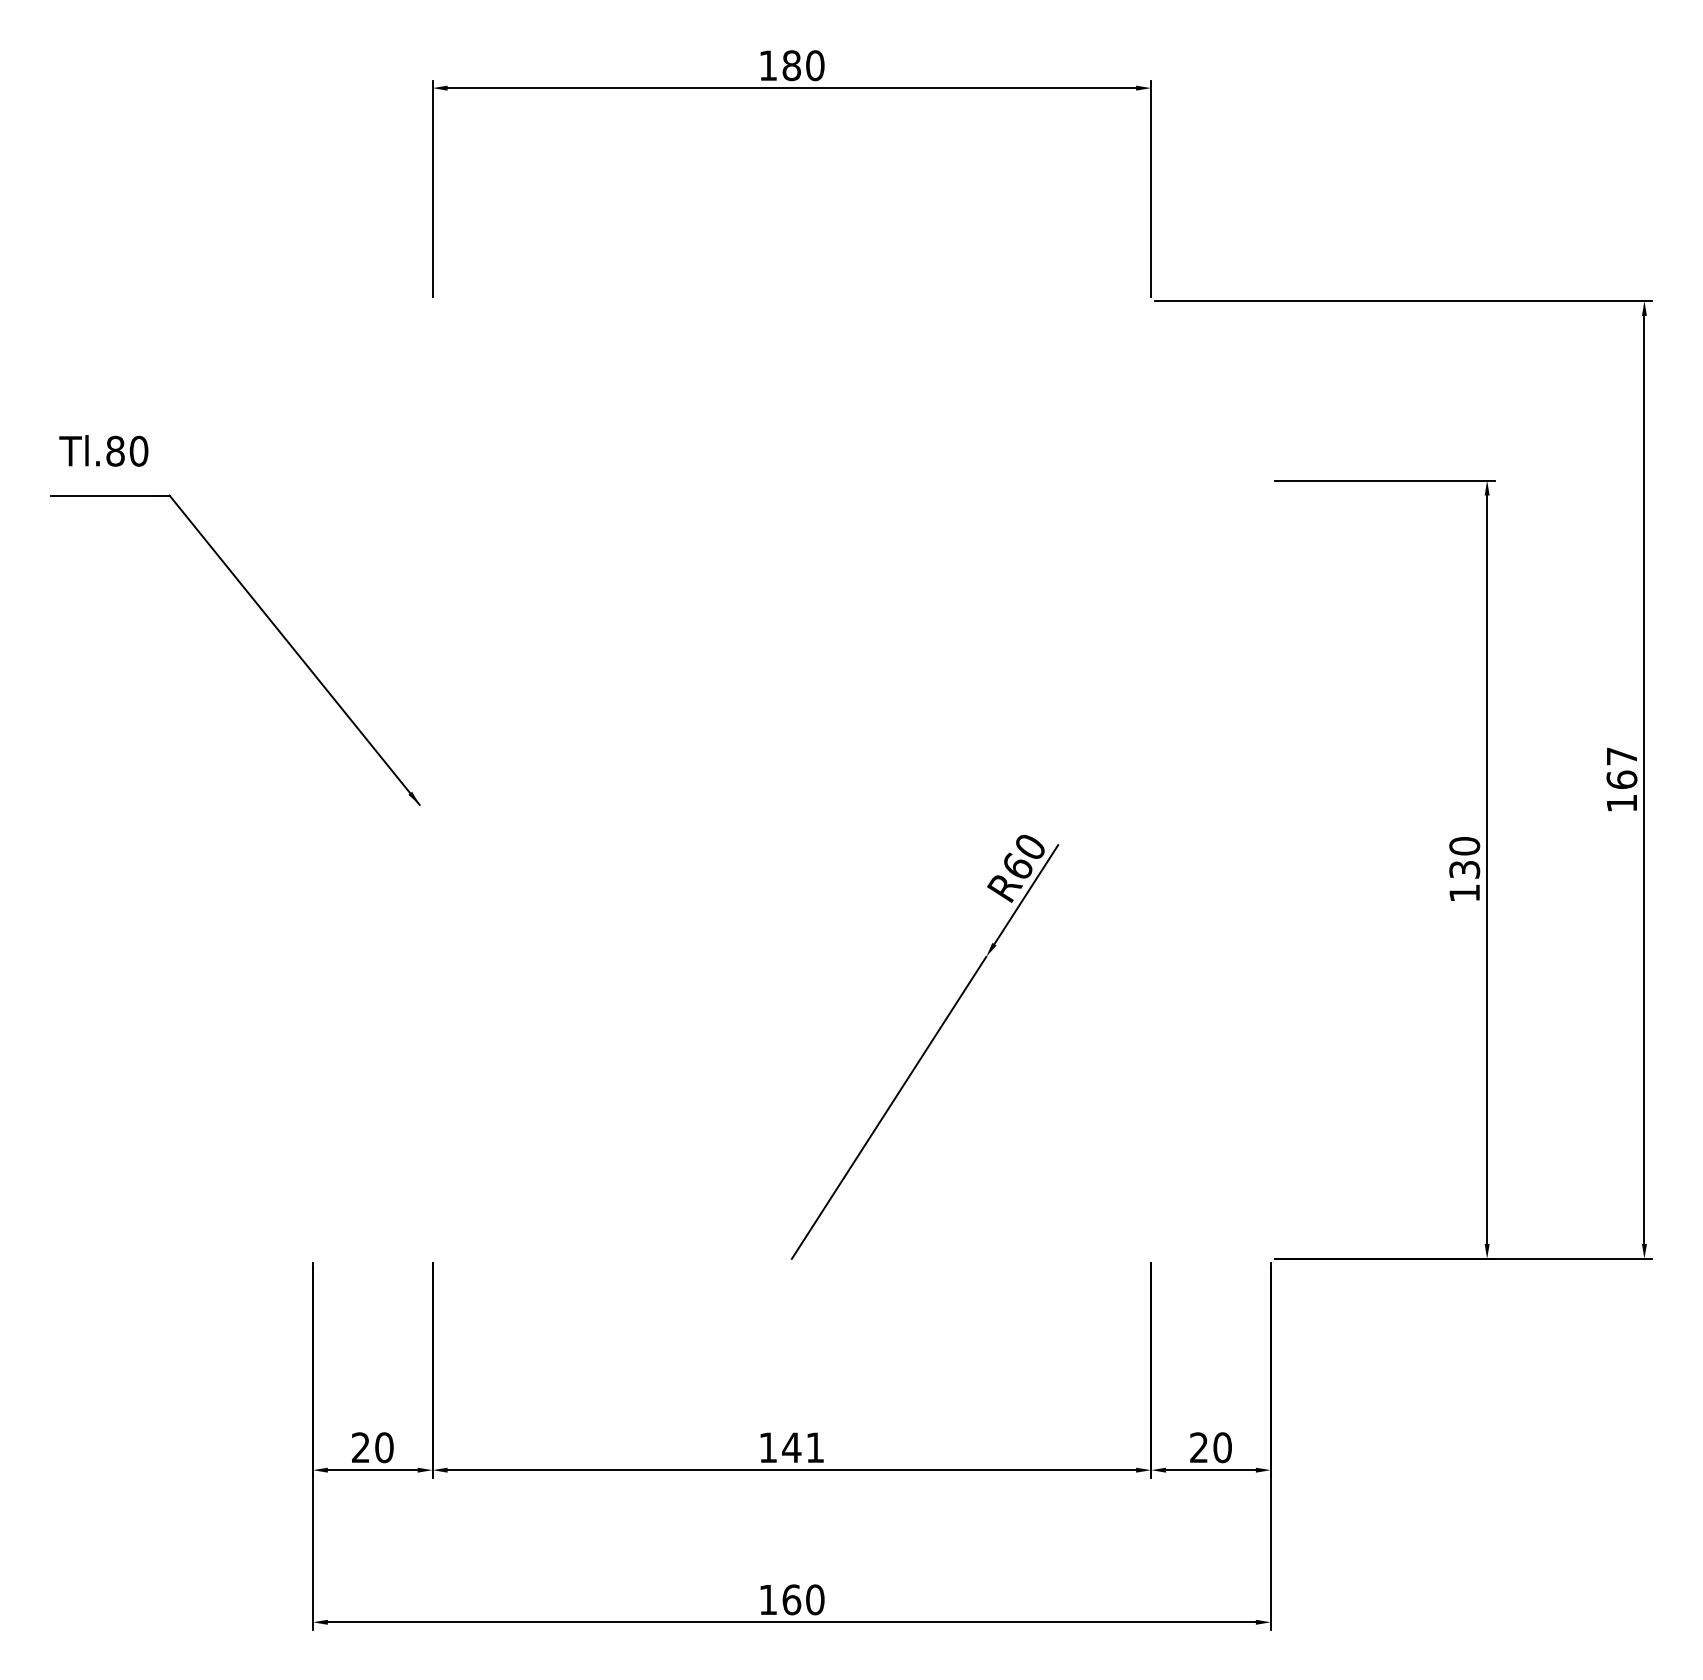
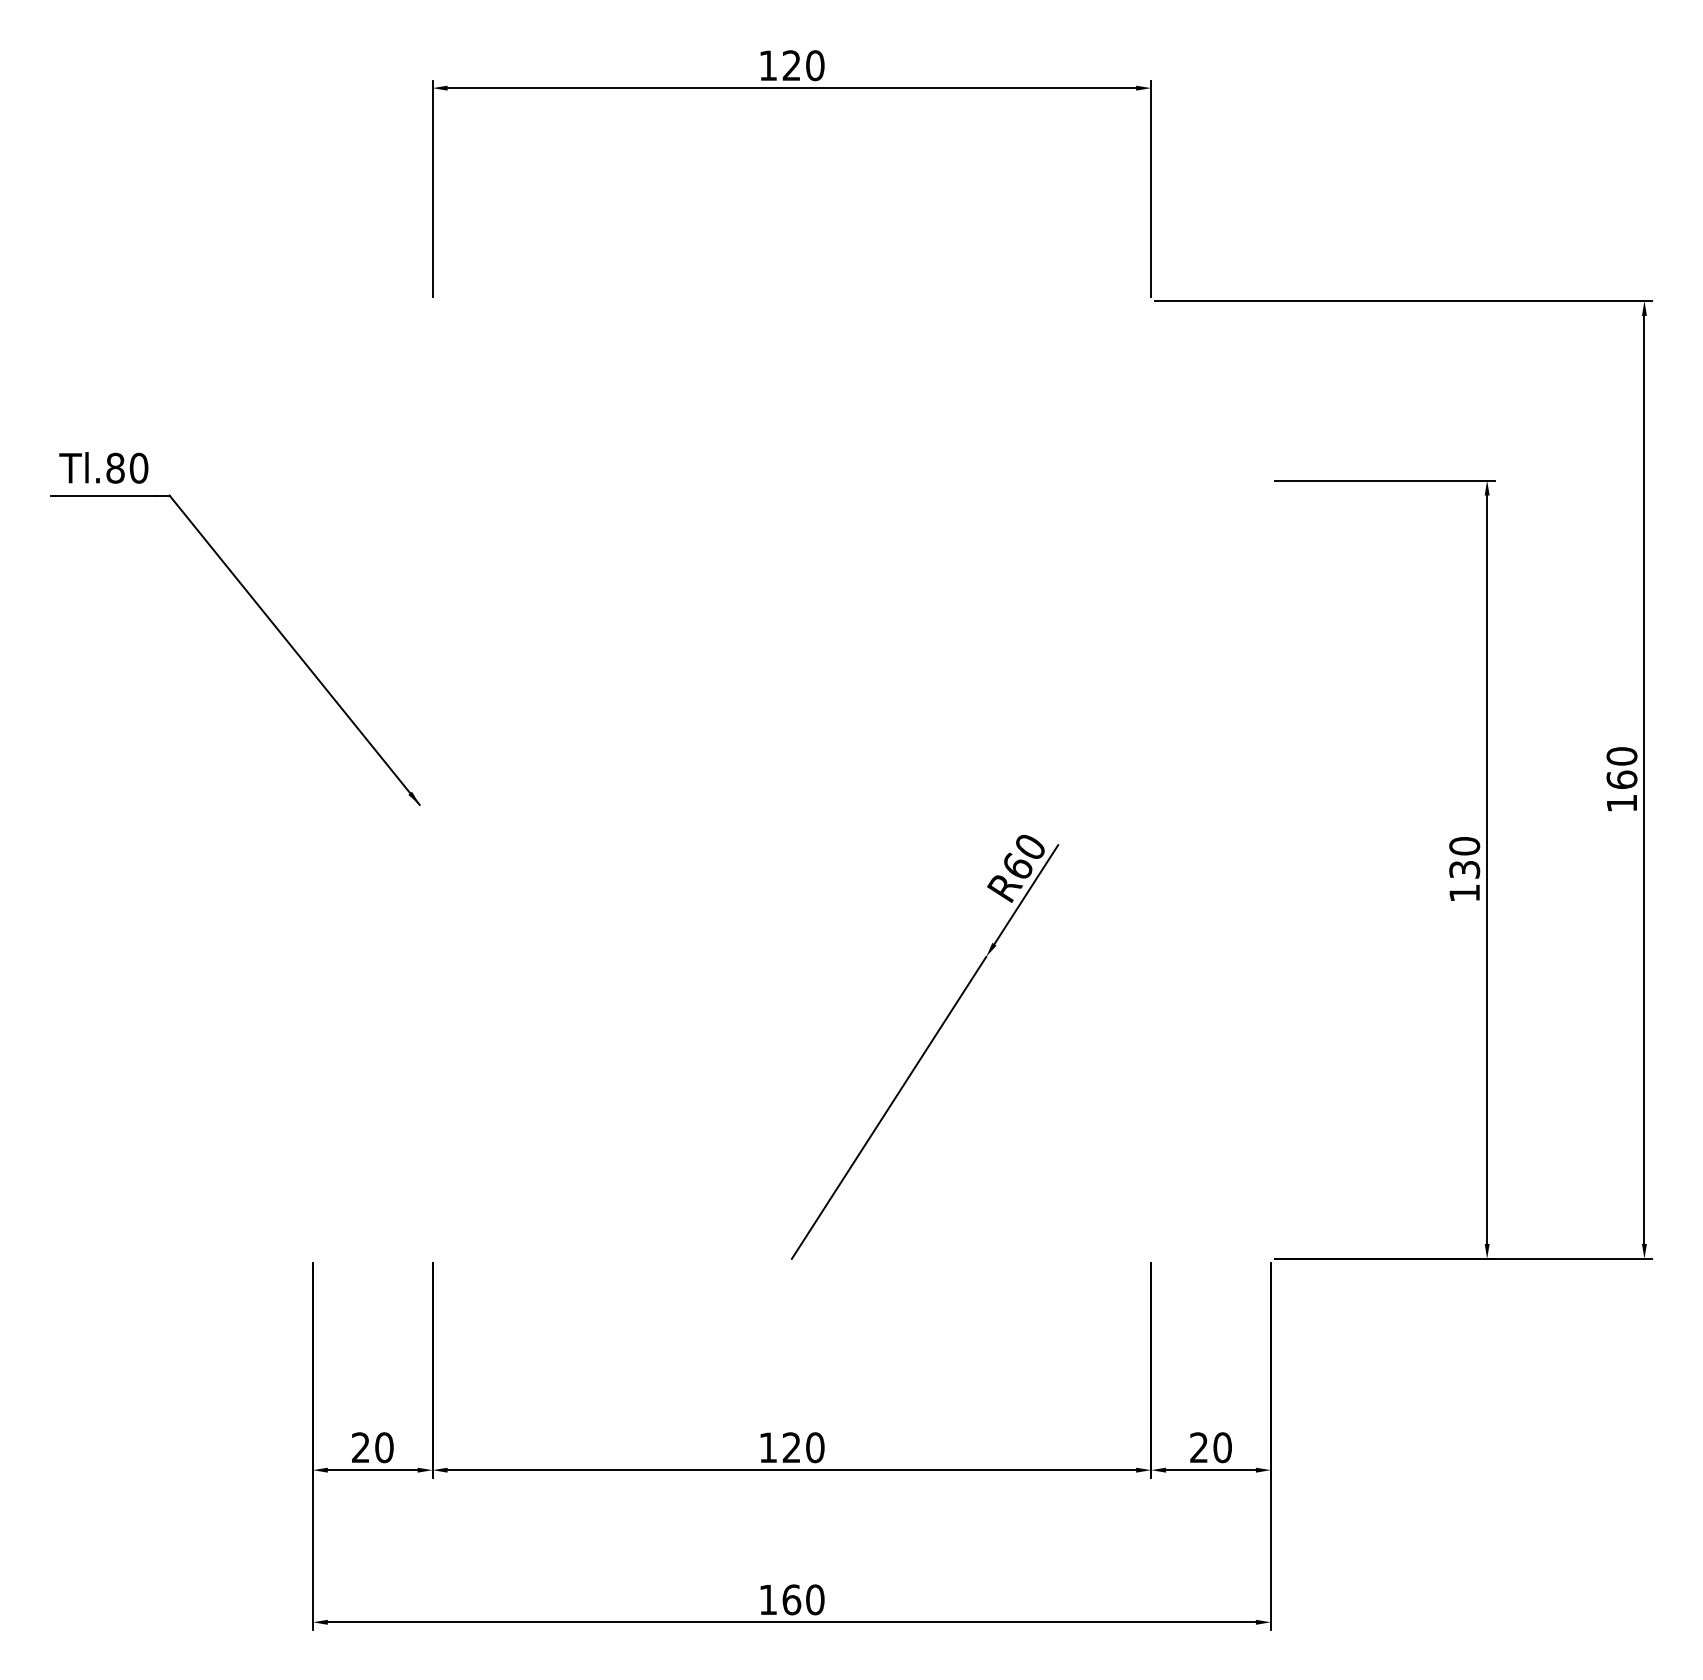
text at (791, 65): 180 -> 120
text at (103, 450) position: (103, 450) -> (103, 467)
text at (1621, 756): 167 -> 160
text at (803, 1447): 141 -> 120
